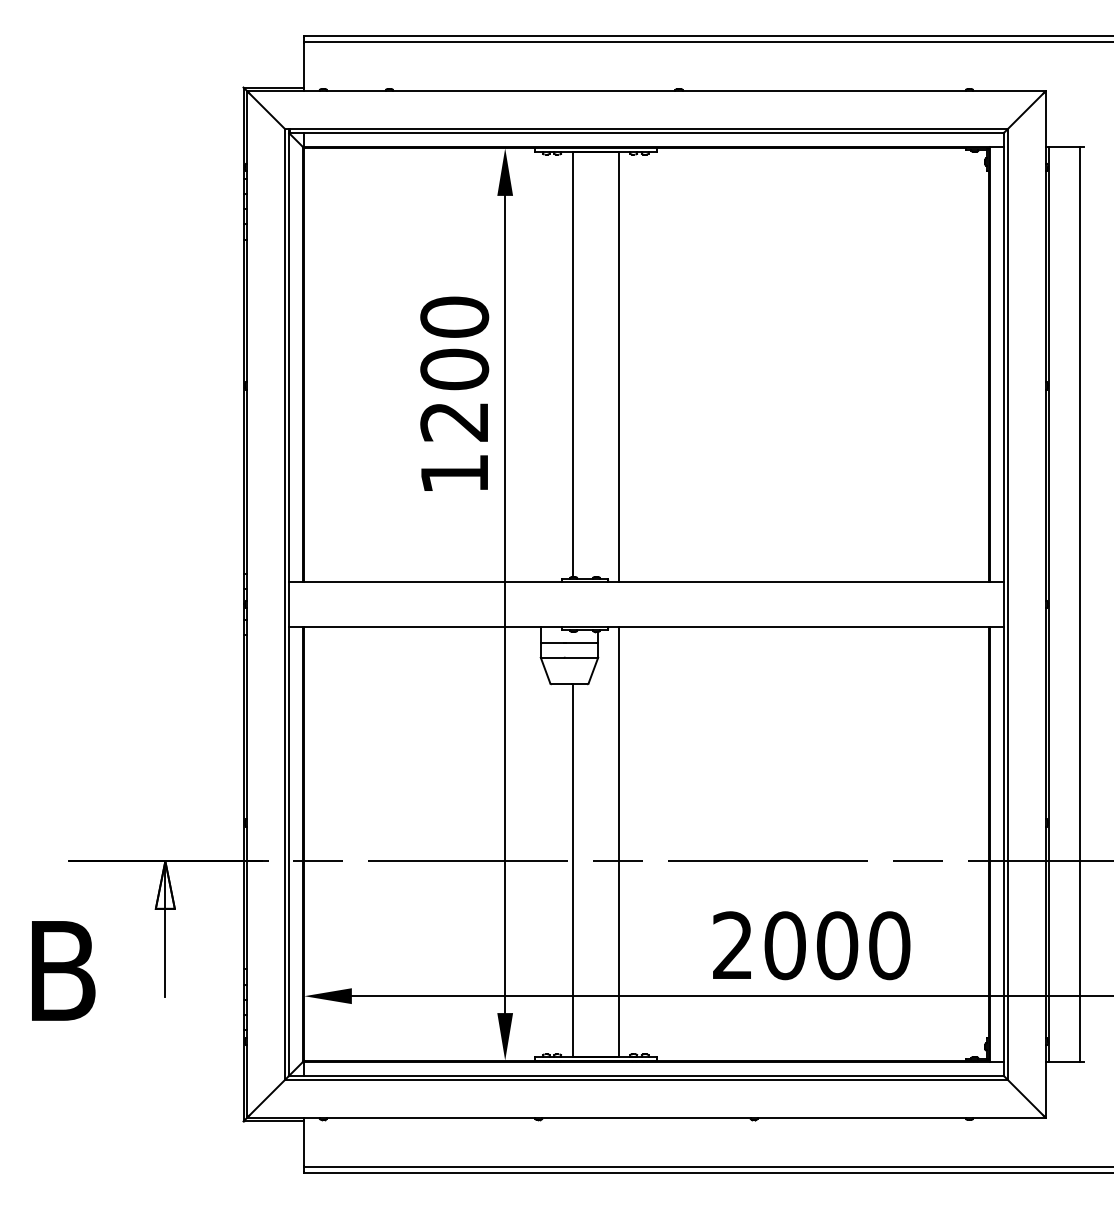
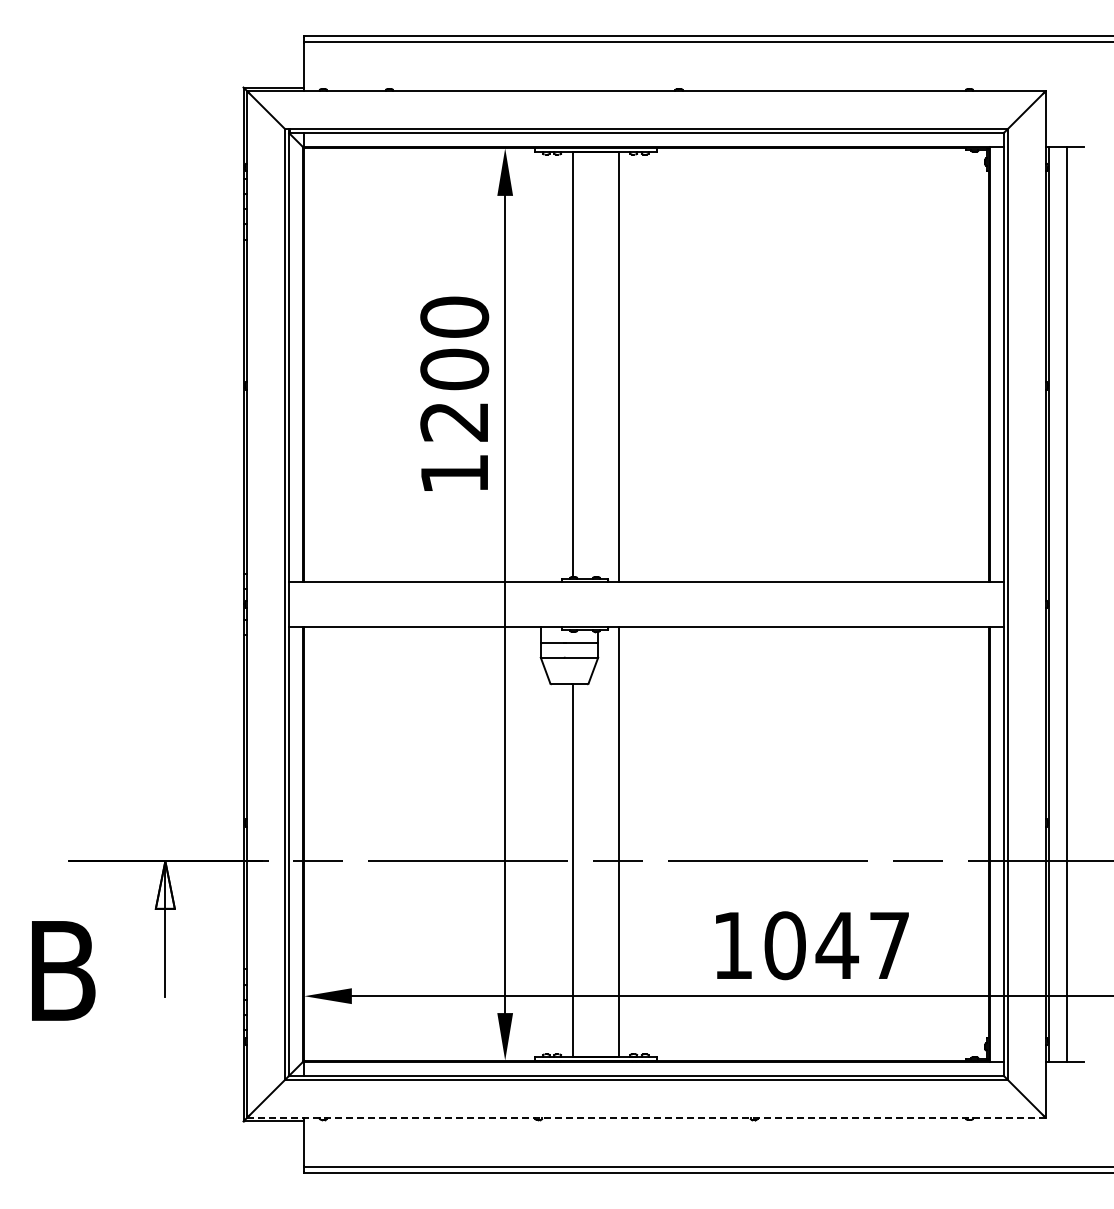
line at (1079, 604) position: (1079, 604) -> (1066, 604)
text at (811, 945): 2000 -> 1047
line at (645, 1117): solid -> dashed
